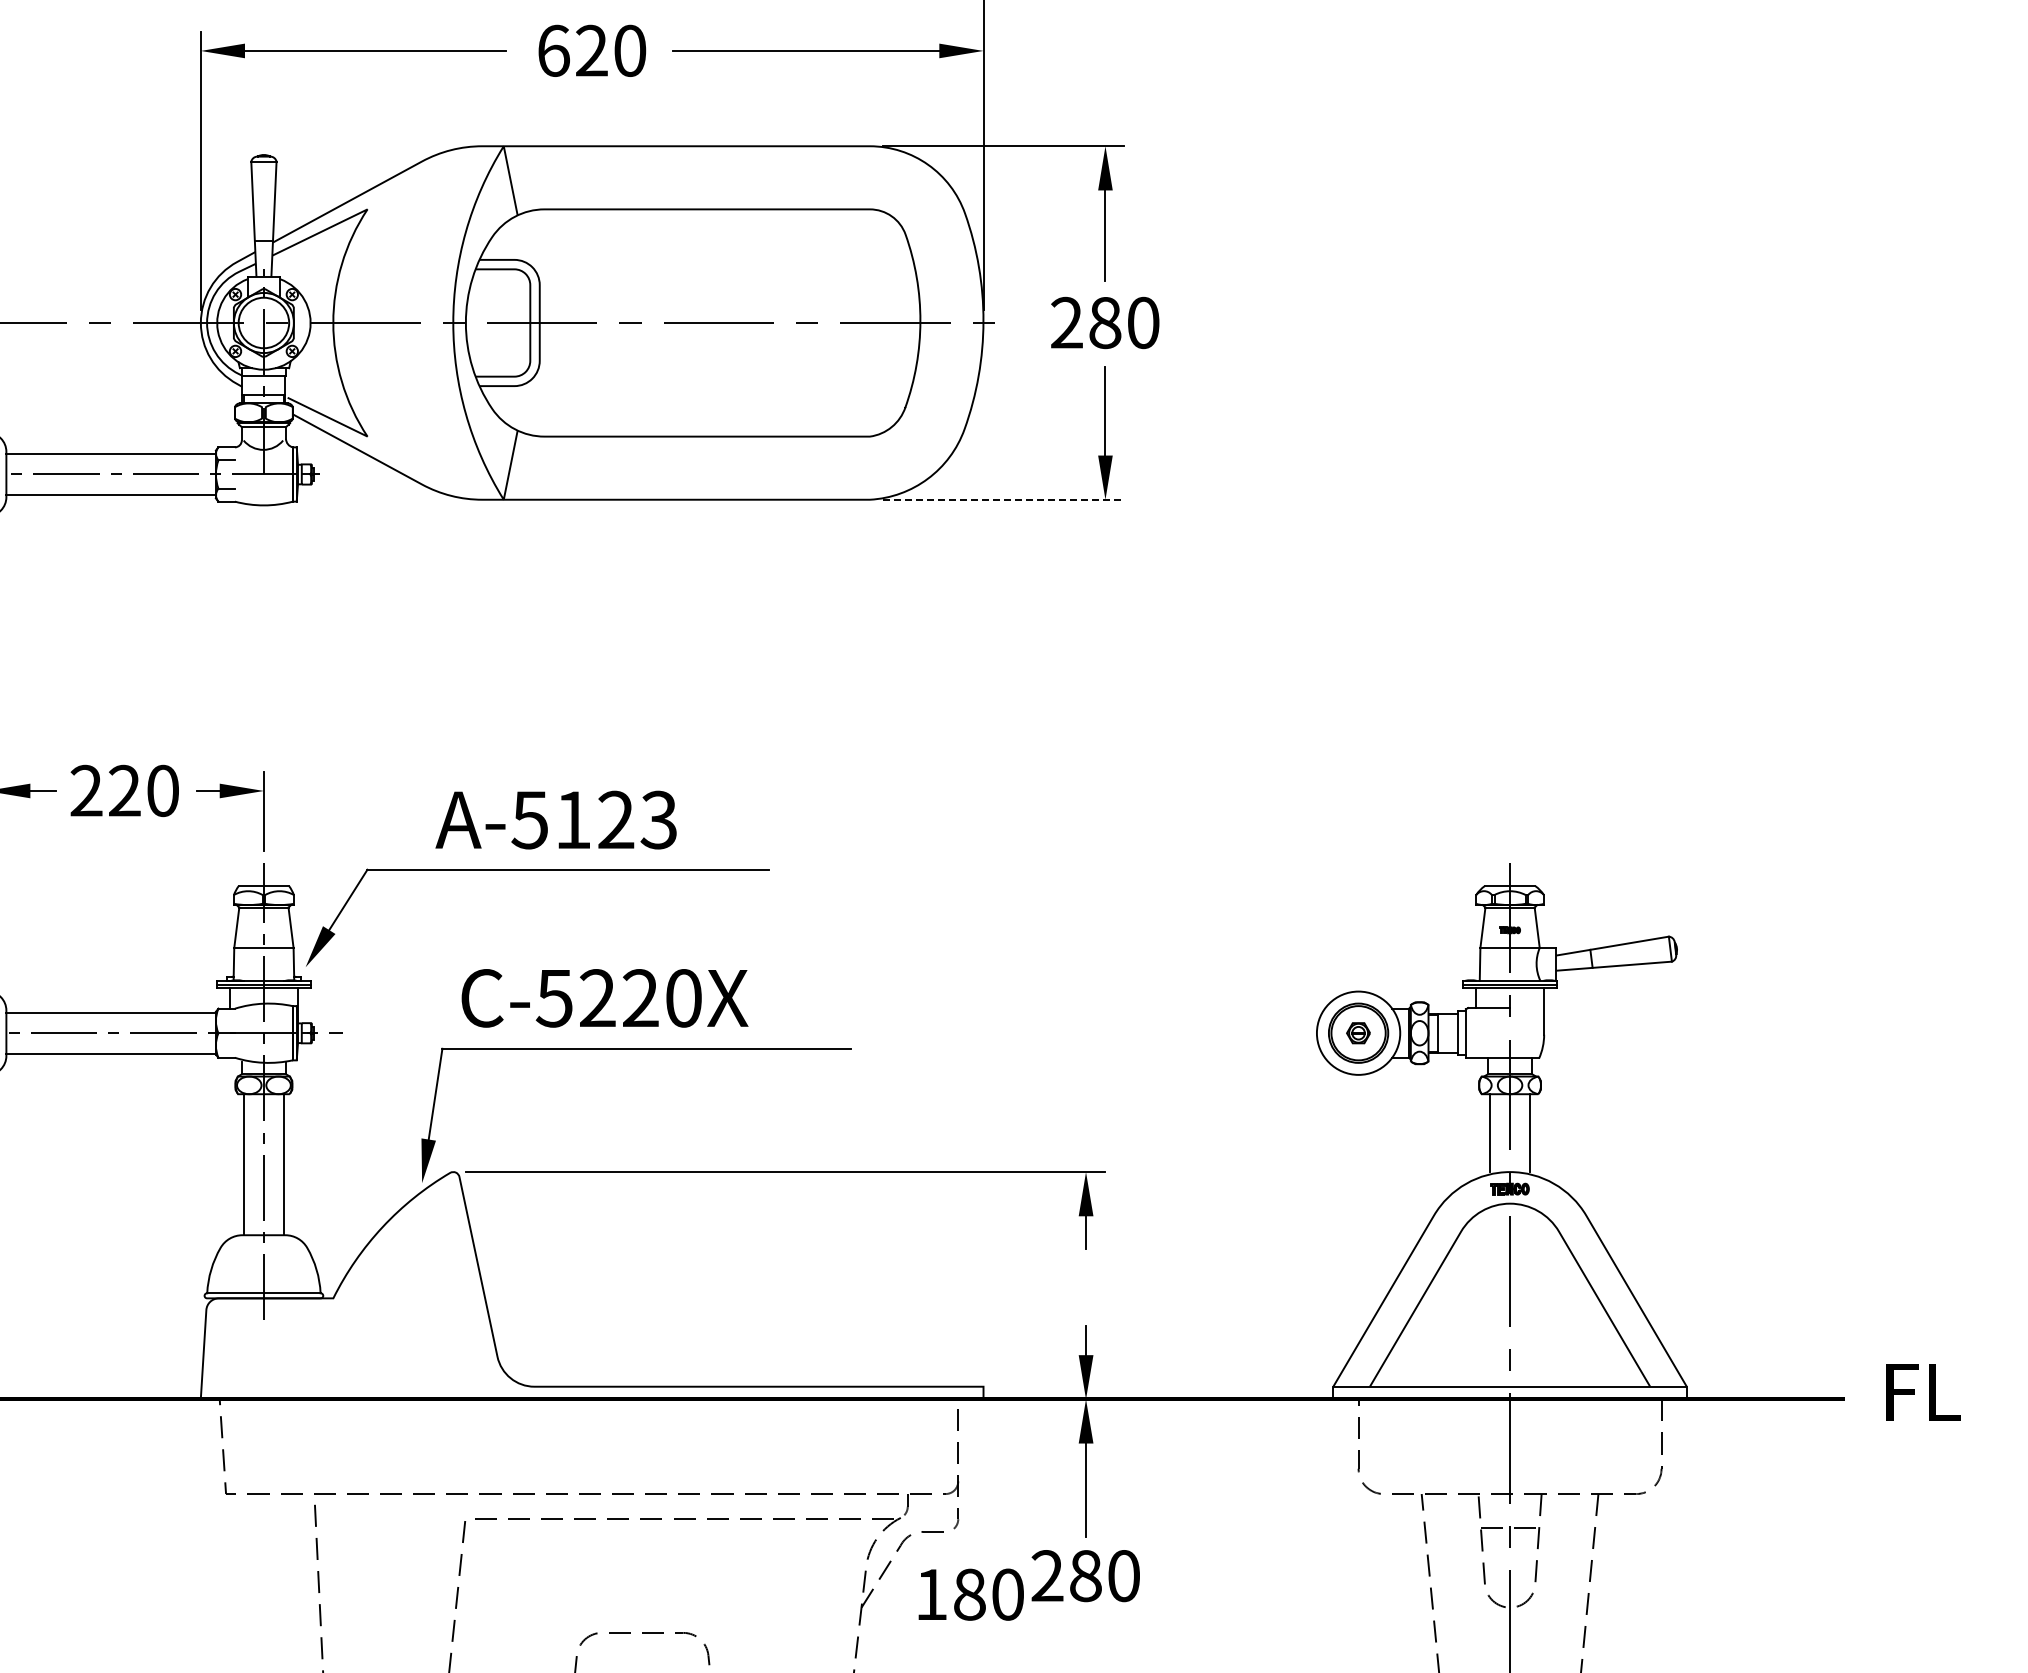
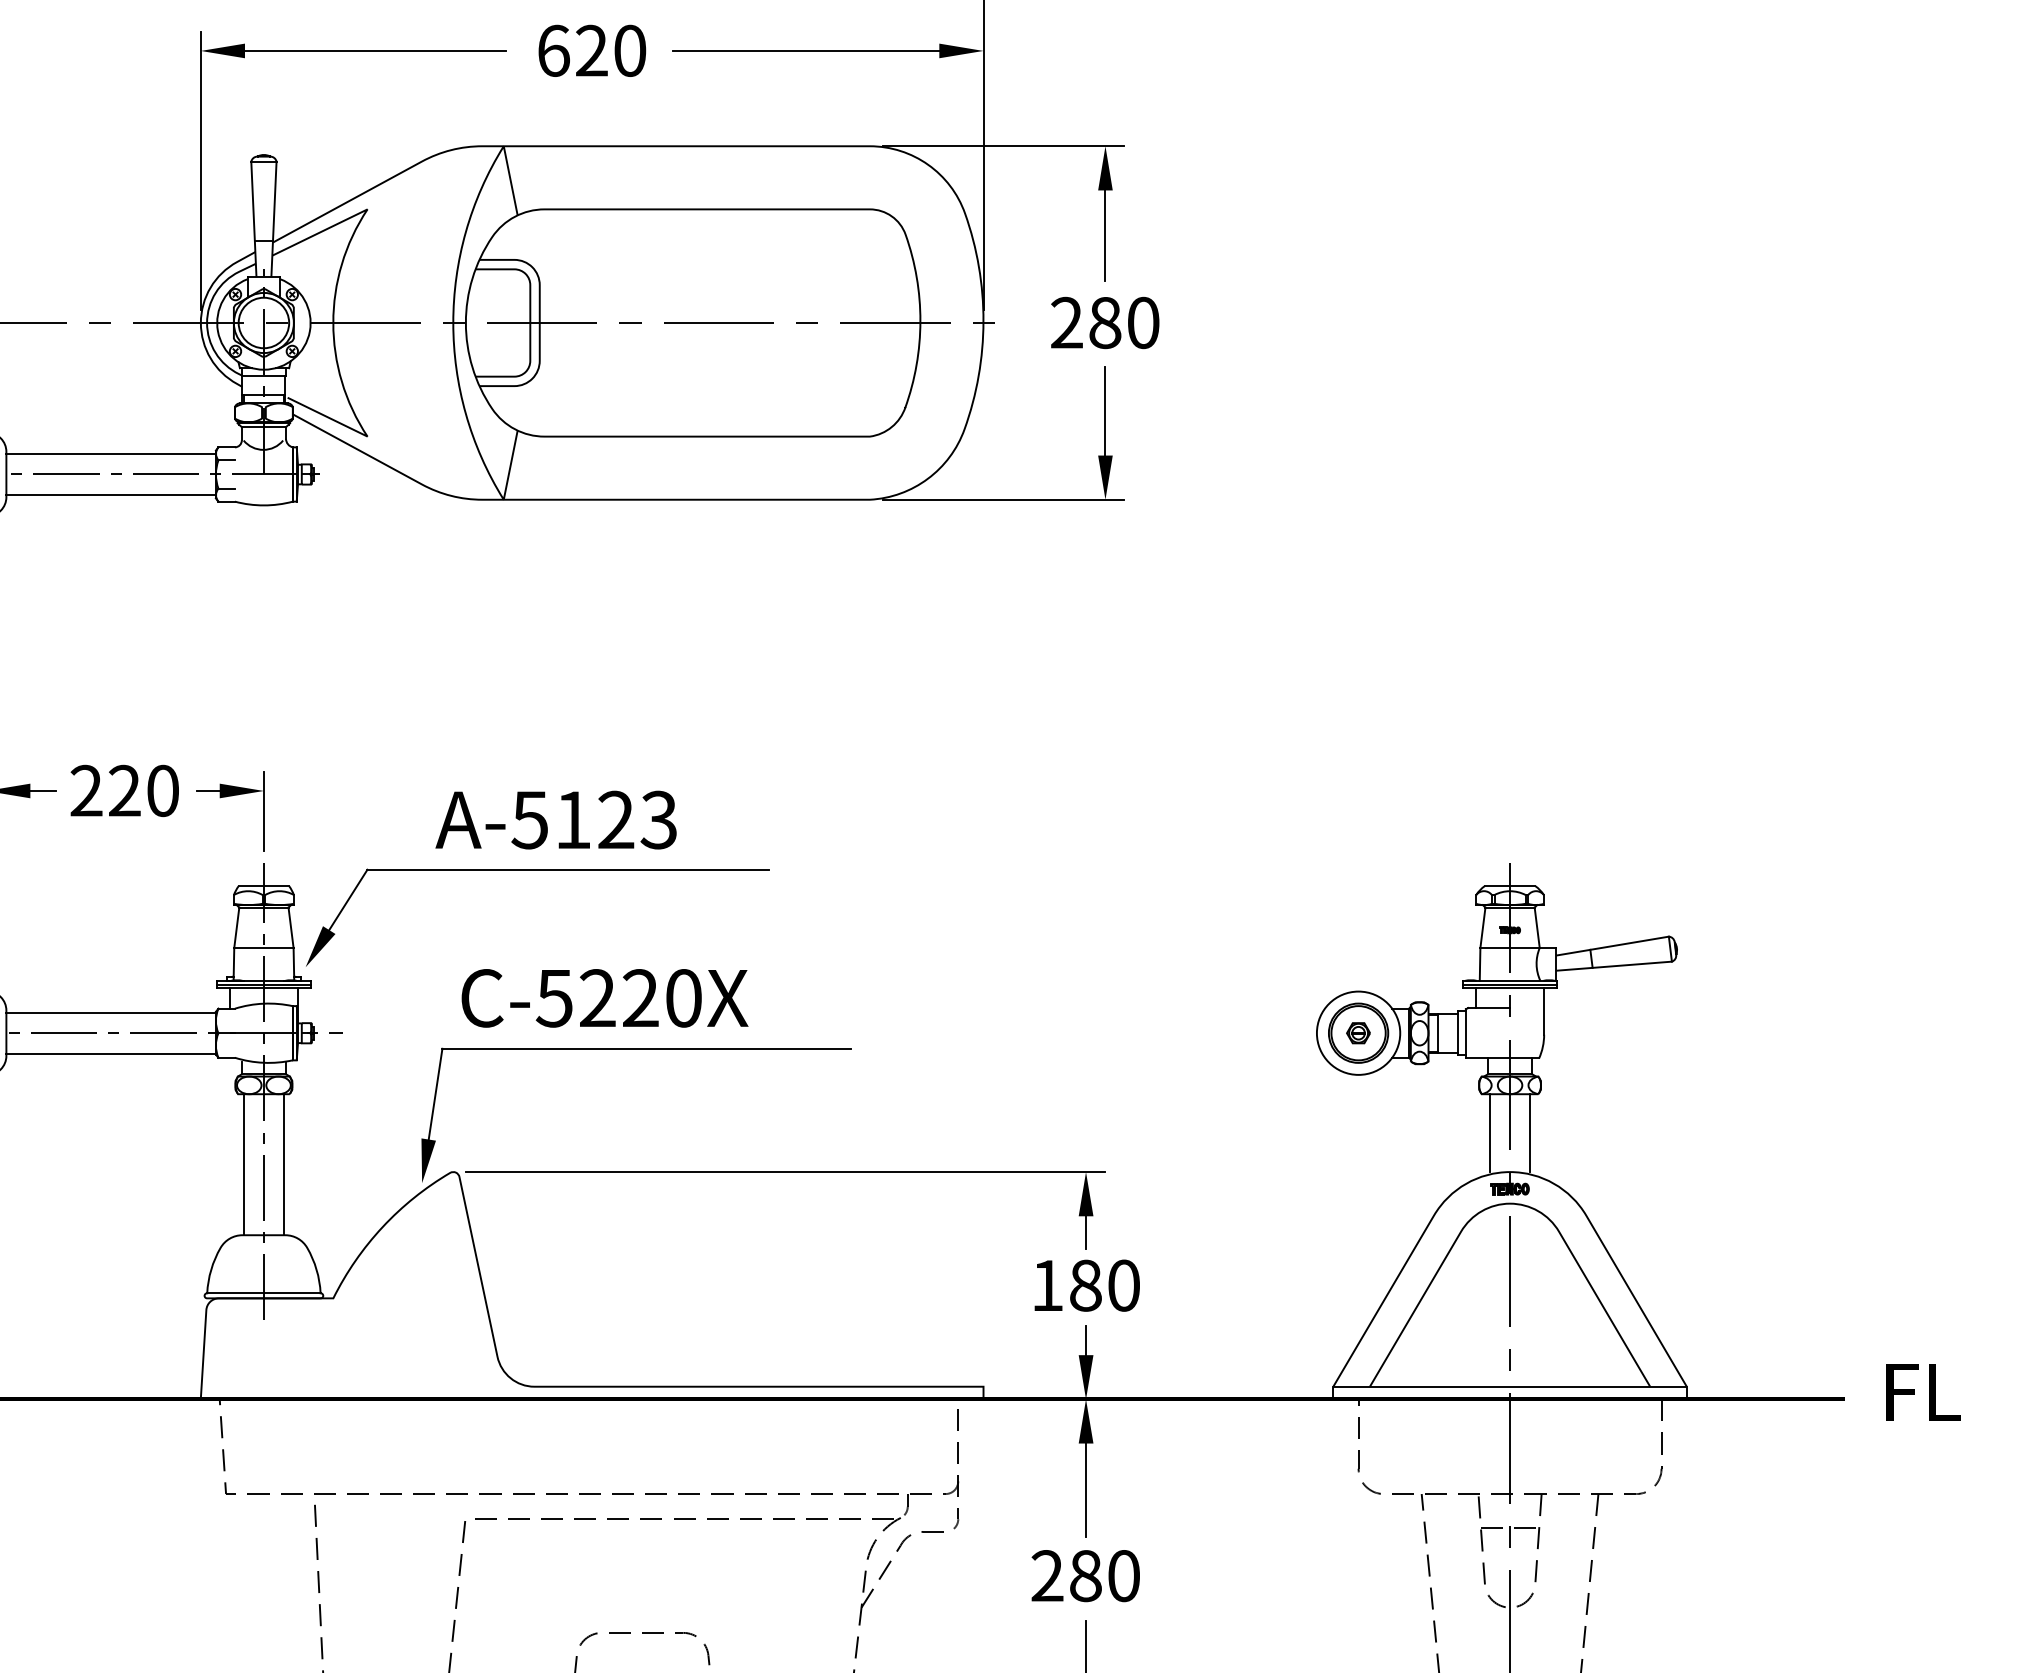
line at (1003, 499): dashed -> solid
text at (970, 1594) position: (970, 1594) -> (1086, 1285)
line at (1086, 1645): none -> present
